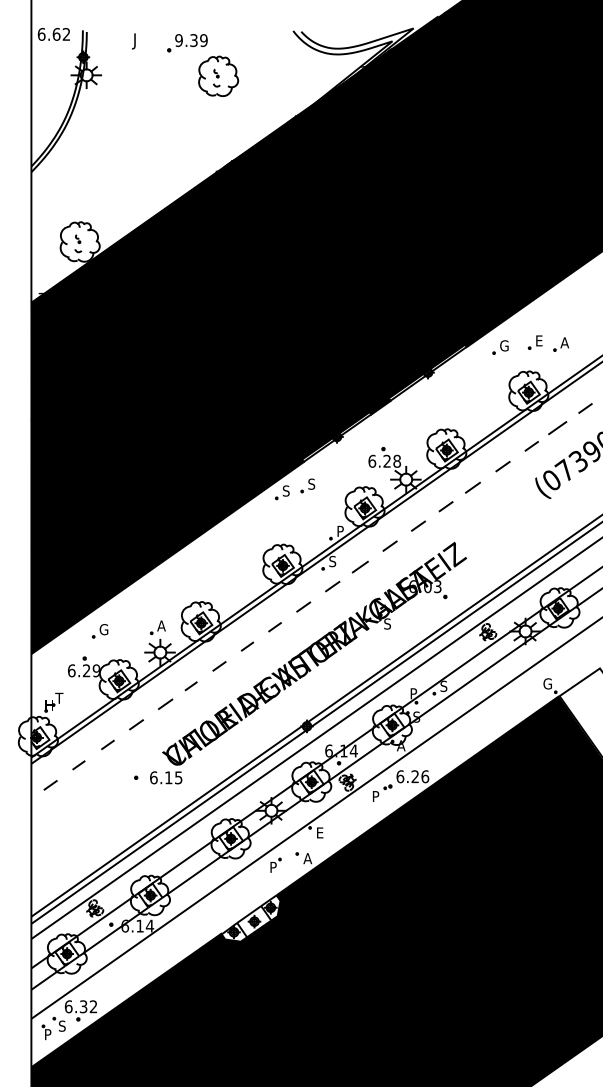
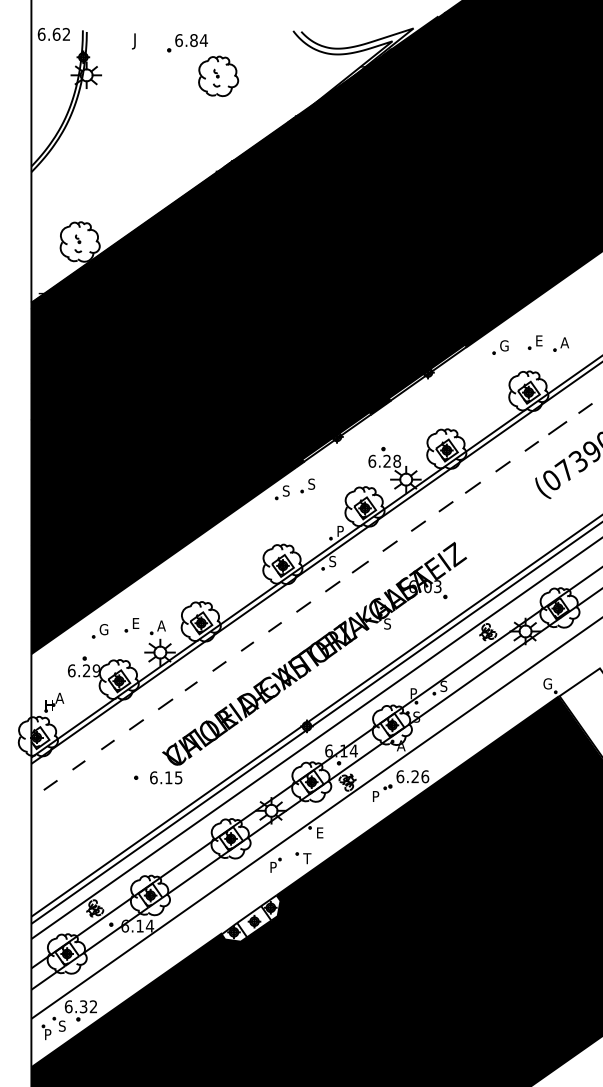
text at (191, 40): 9.39 -> 6.84
part at (131, 625): none -> present
text at (59, 697): T -> A
text at (307, 858): A -> T
